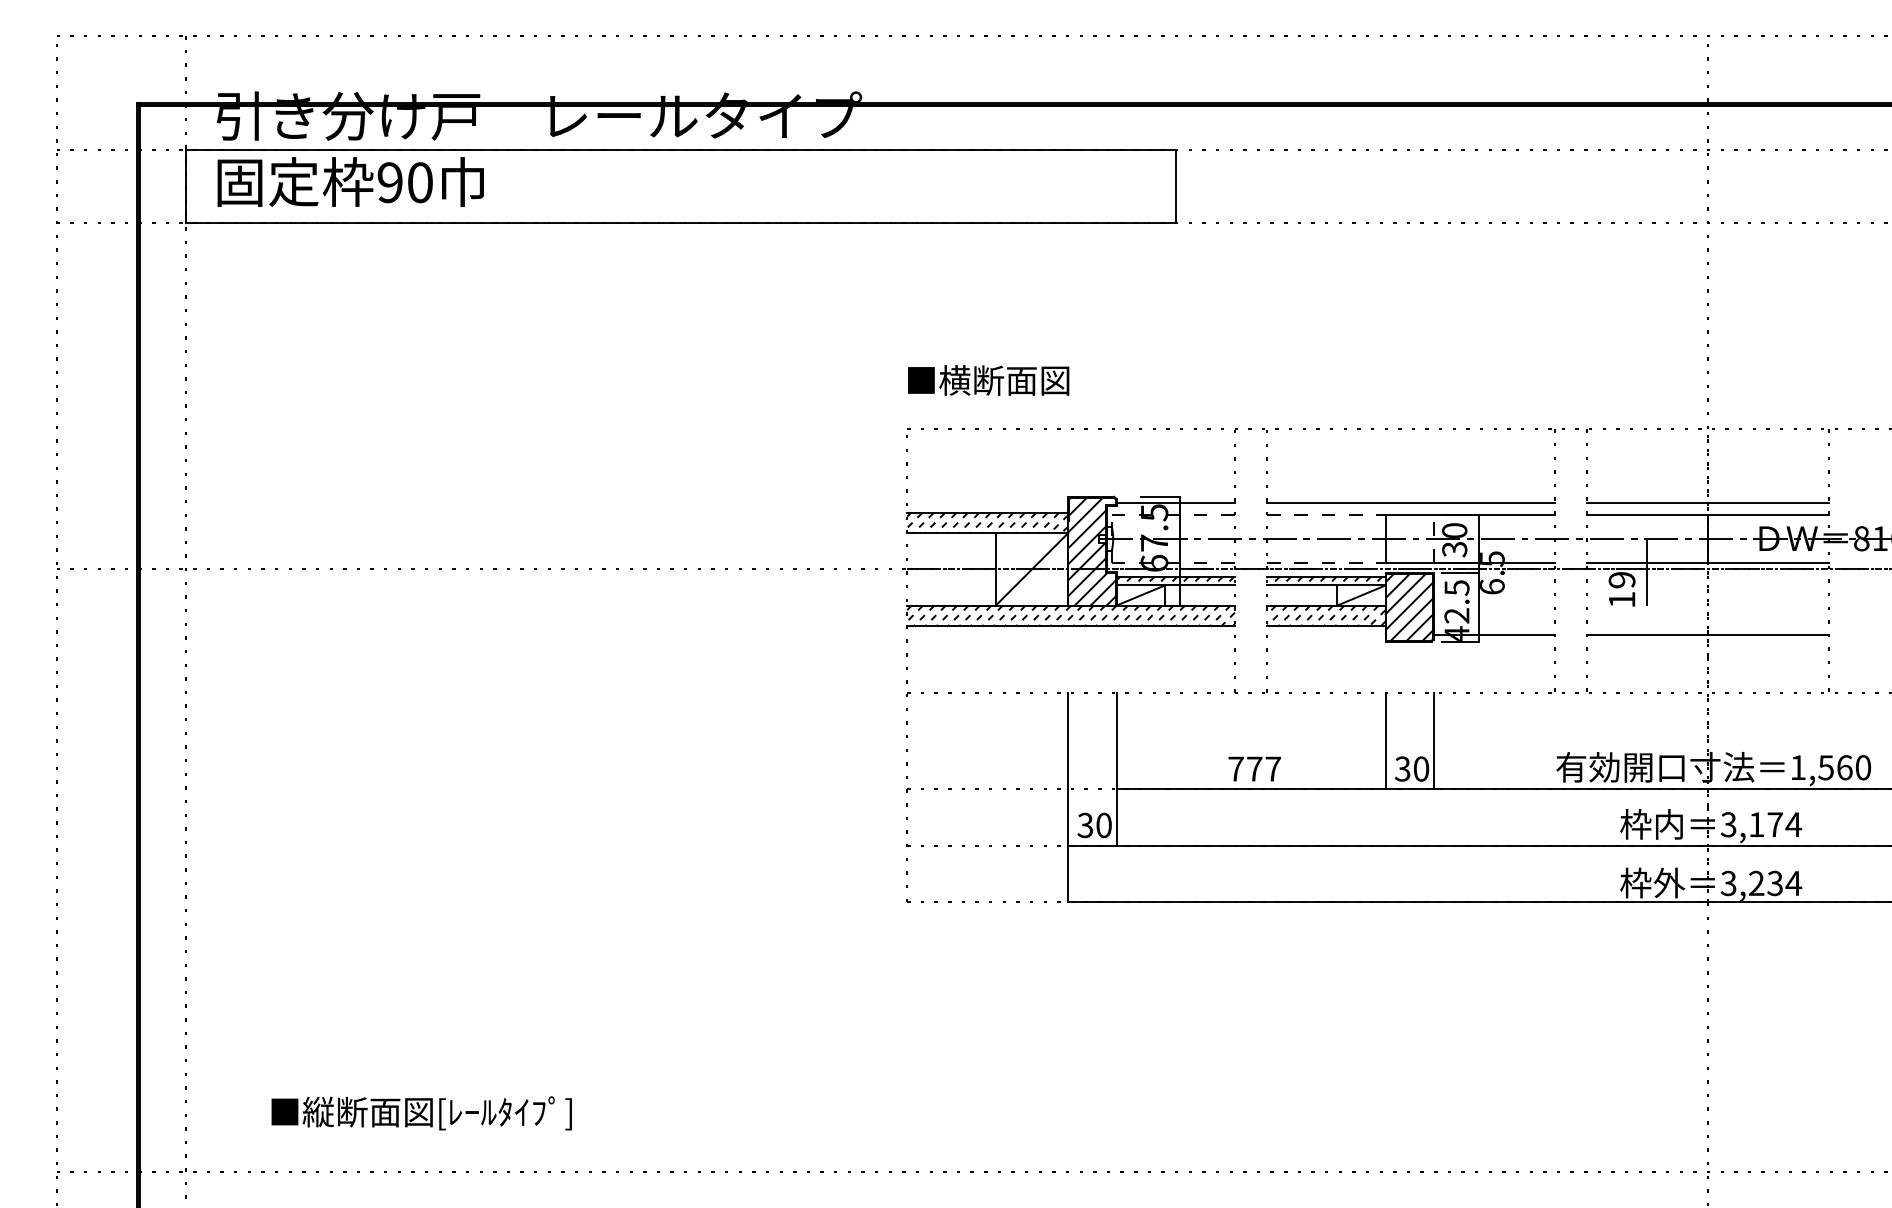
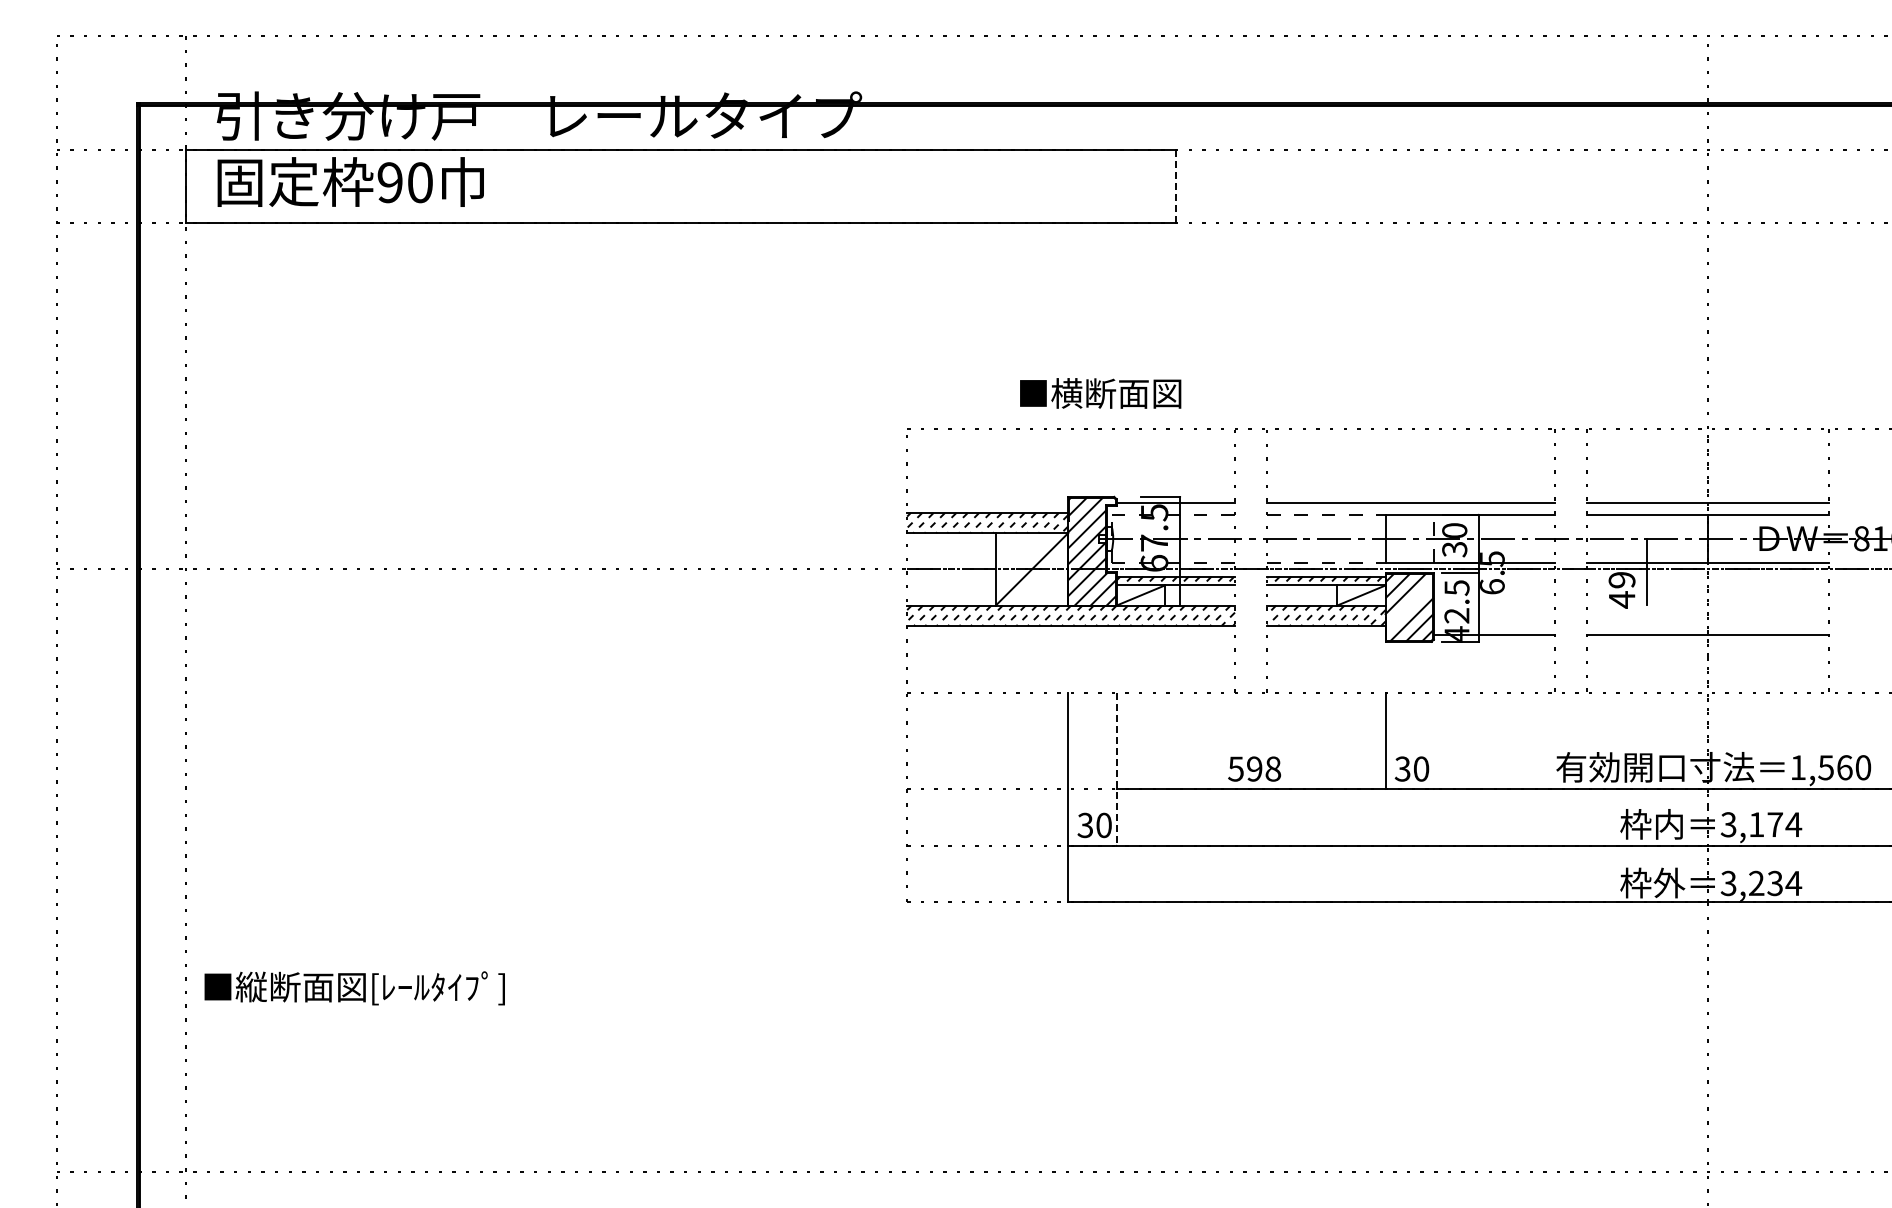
line at (1175, 186): solid -> dashed
text at (988, 380) position: (988, 380) -> (1100, 393)
text at (1622, 599): 19 -> 49
line at (1409, 605): present -> none
line at (1433, 740): present -> none
text at (1254, 768): 777 -> 598
line at (1116, 769): solid -> dashed
text at (421, 1113) position: (421, 1113) -> (354, 988)
